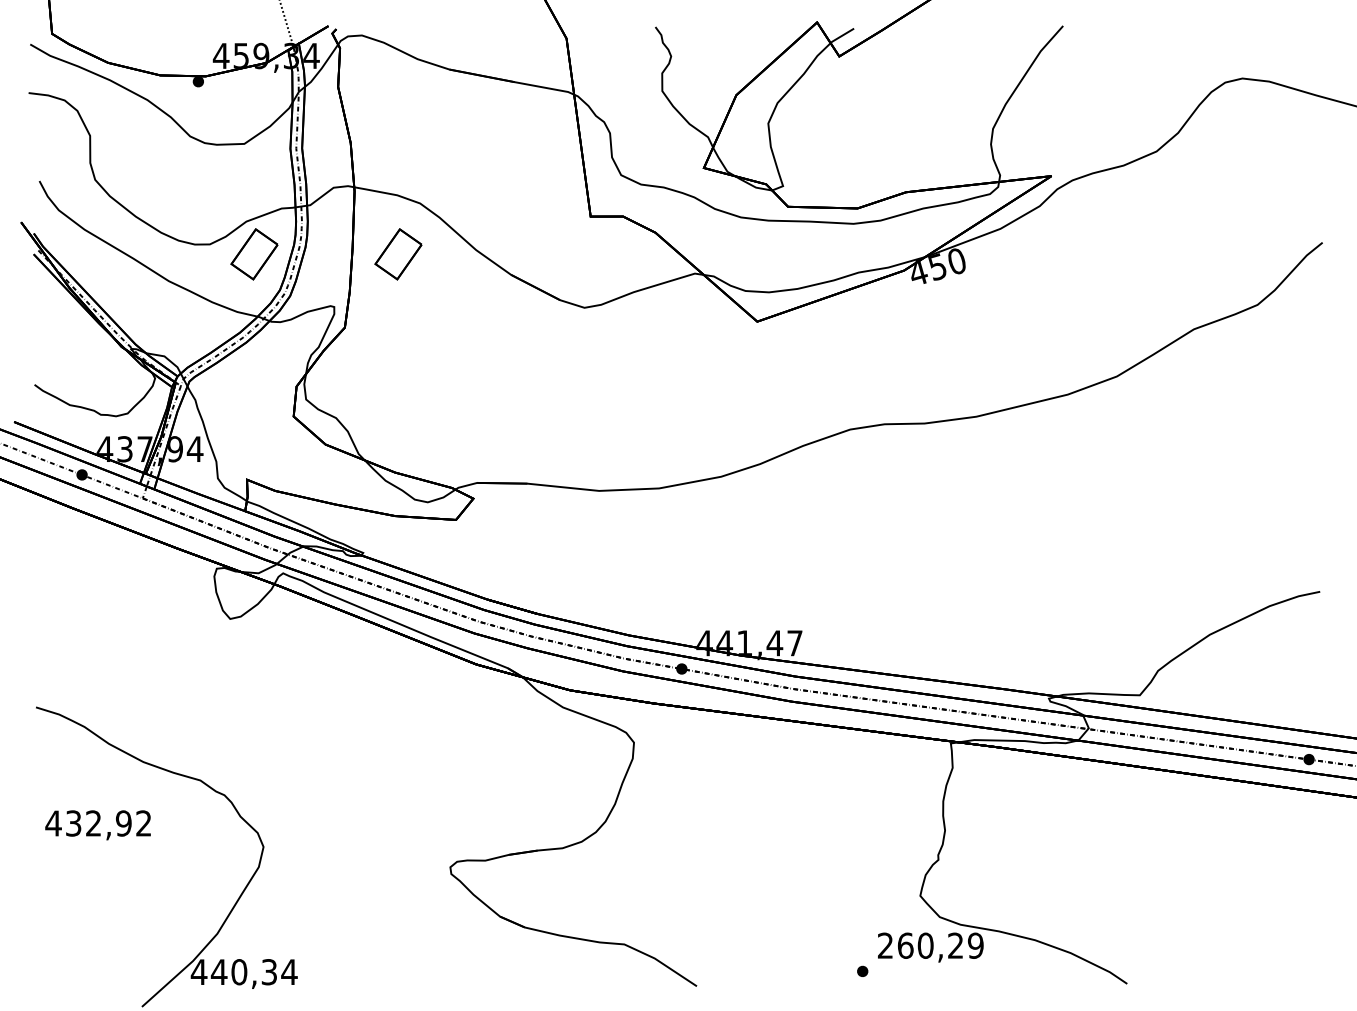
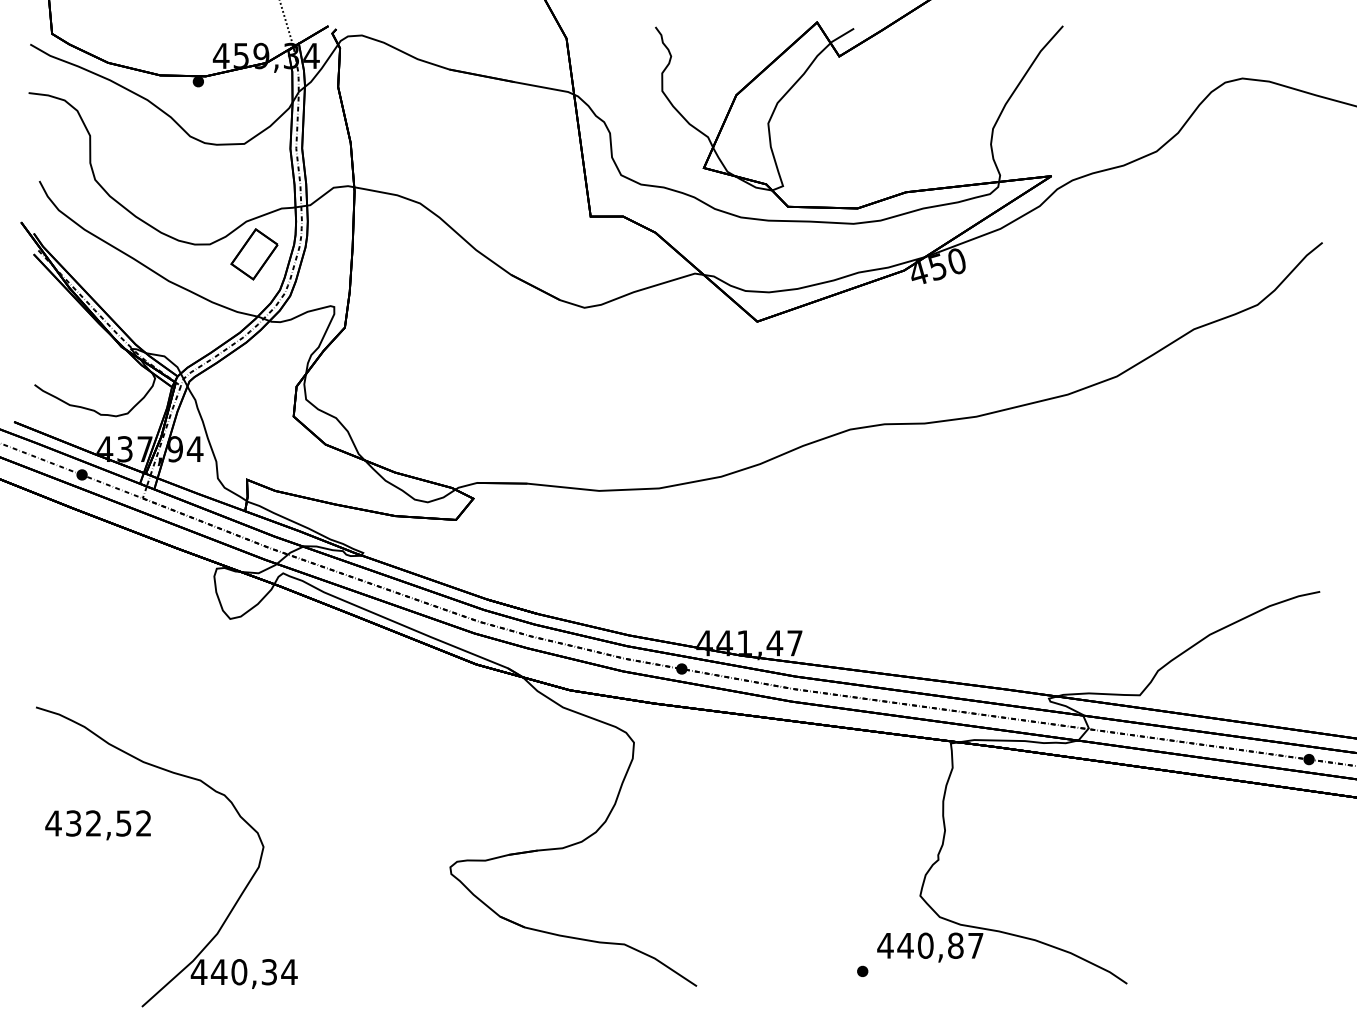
part at (398, 254): present -> none
text at (123, 823): 432,92 -> 432,52
text at (930, 945): 260,29 -> 440,87
